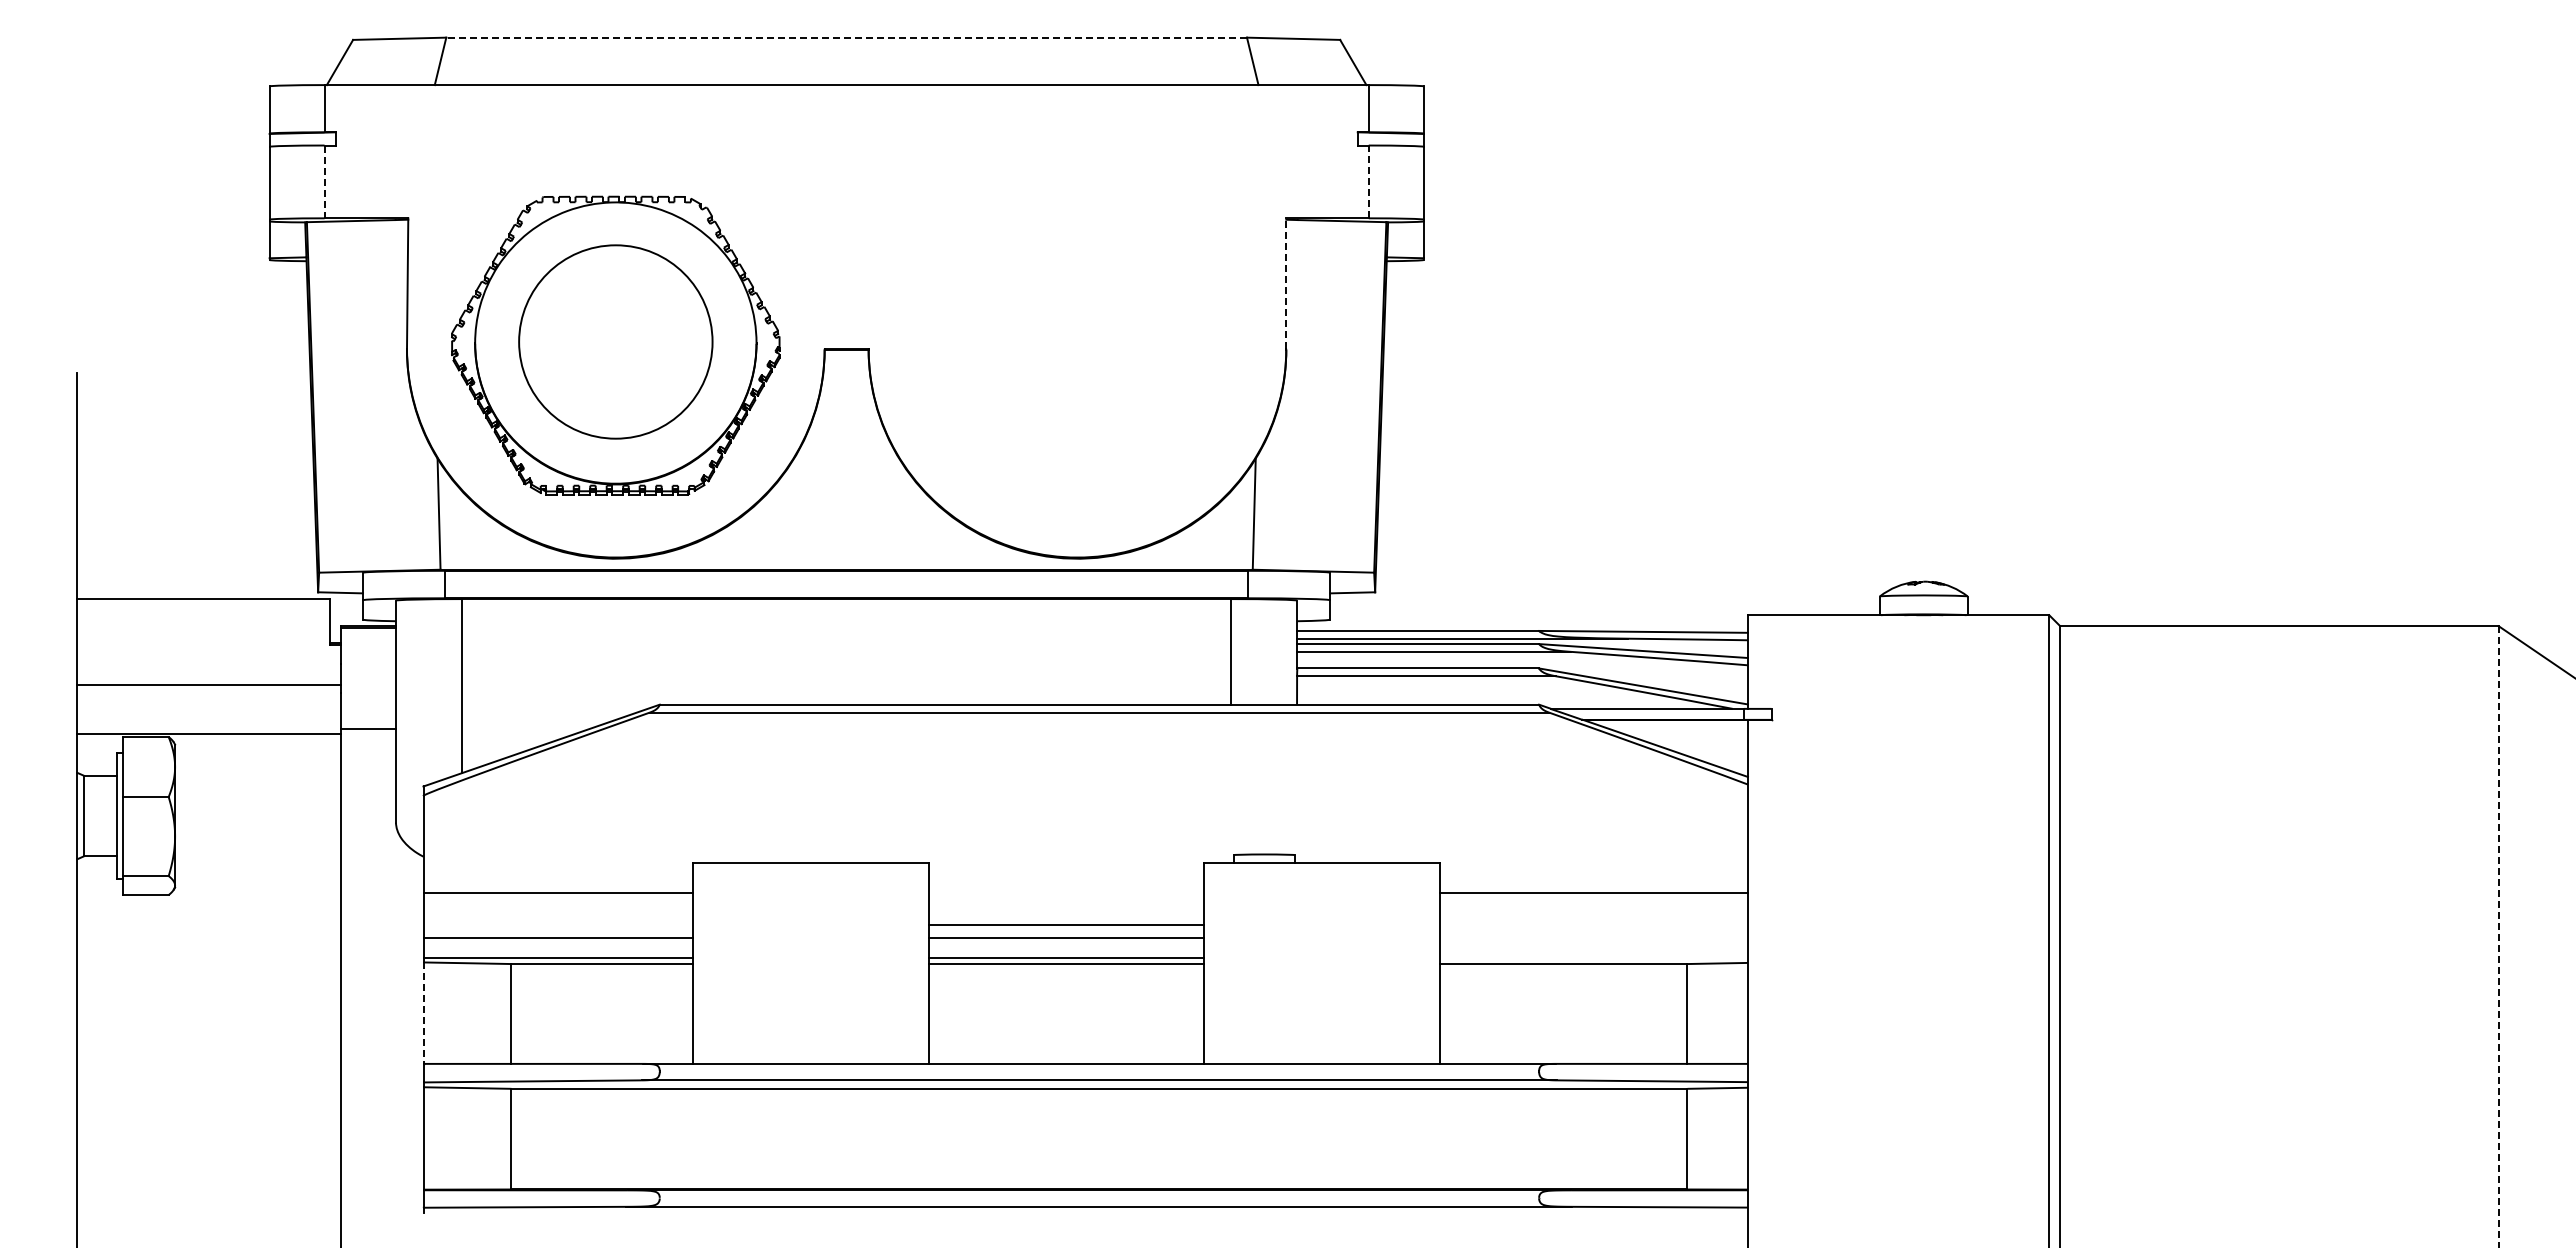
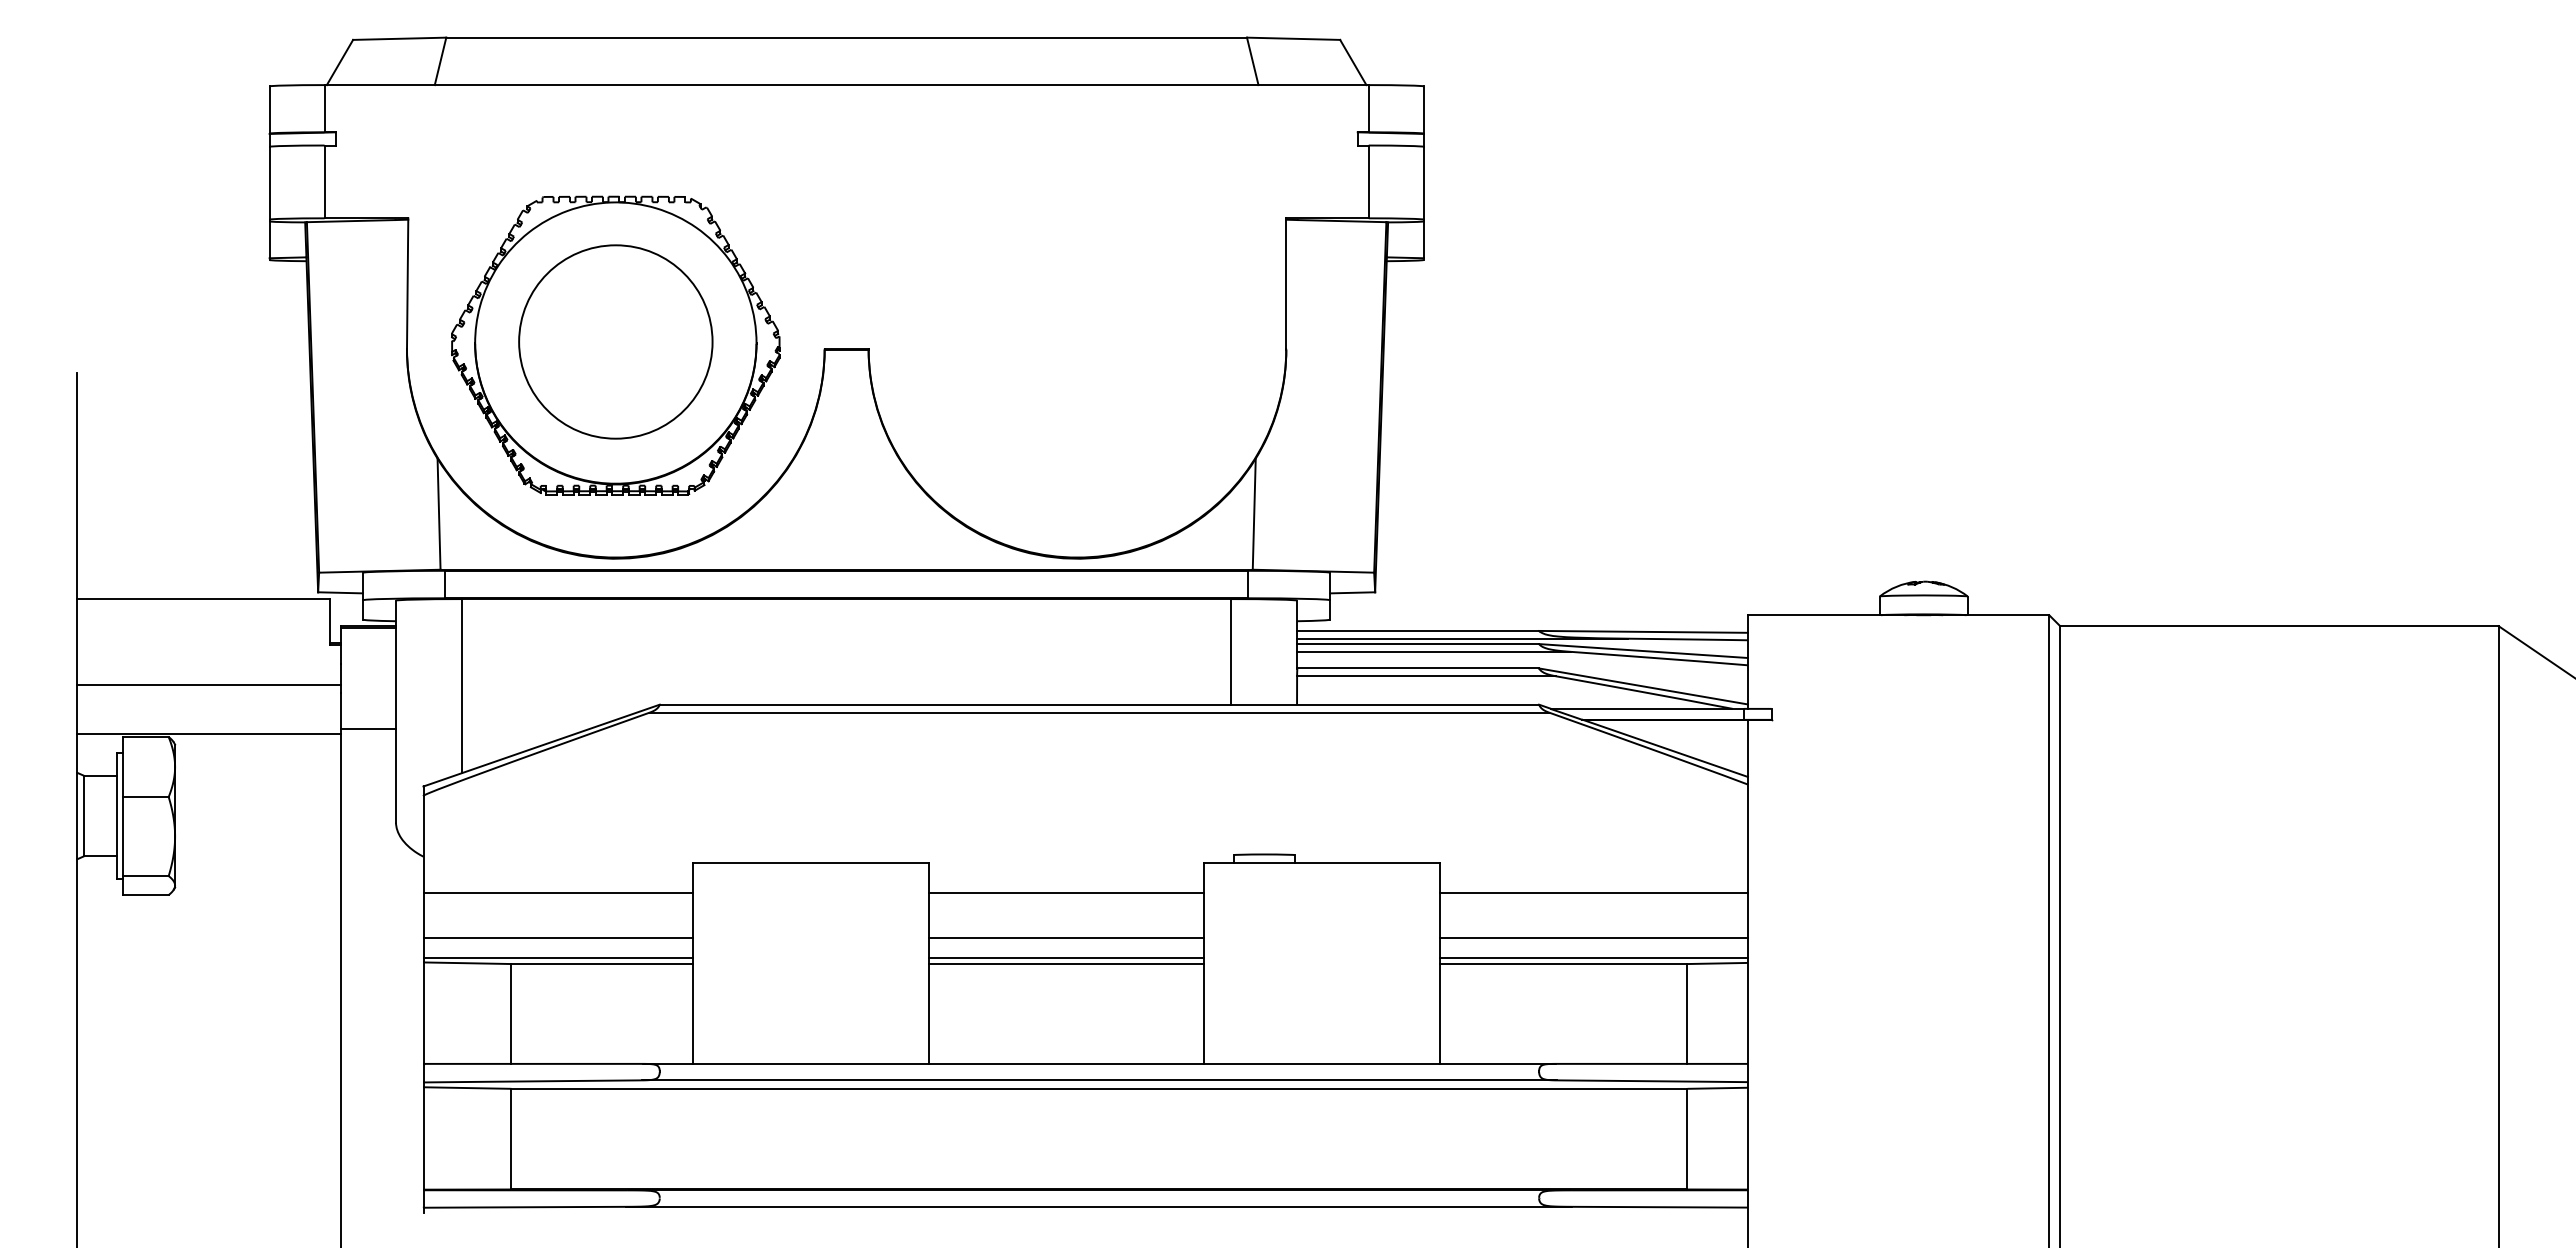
line at (846, 37): dashed -> solid
line at (1368, 181): dashed -> solid
line at (324, 182): dashed -> solid
line at (1286, 283): dashed -> solid
line at (1066, 925) position: (1066, 925) -> (1066, 893)
line at (2498, 937): dashed -> solid
line at (1593, 938): none -> present
line at (1593, 957): none -> present
line at (423, 1013): dashed -> solid
